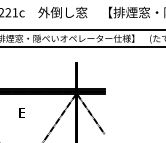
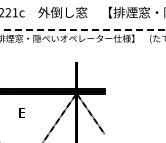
line at (82, 30): solid -> dashed
line at (82, 46): present -> none
